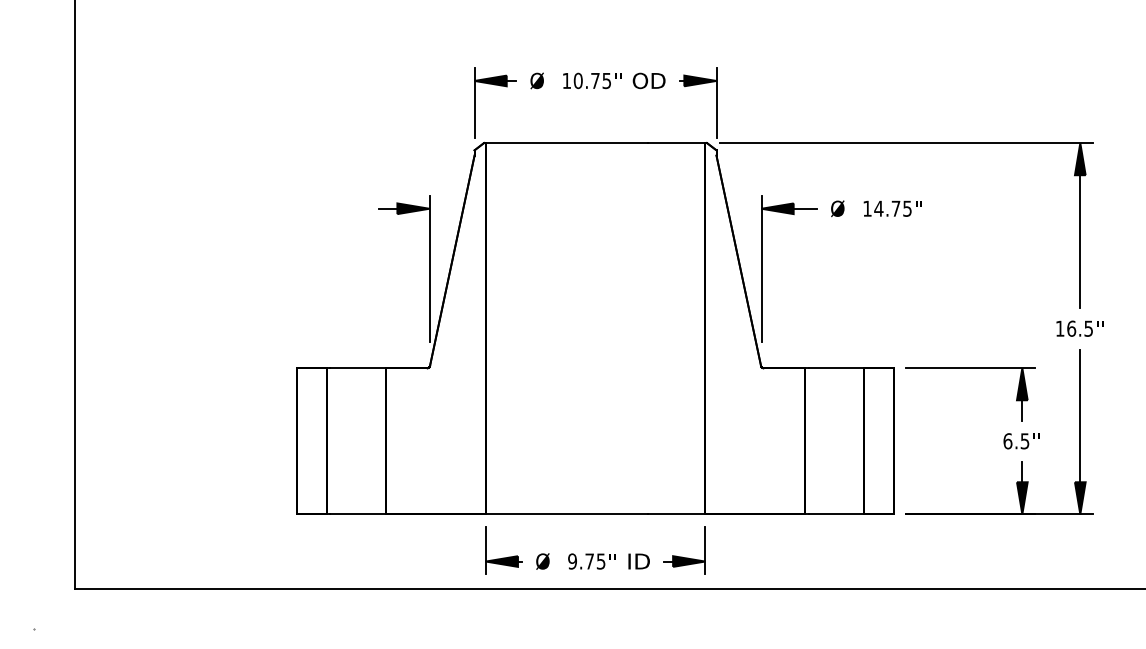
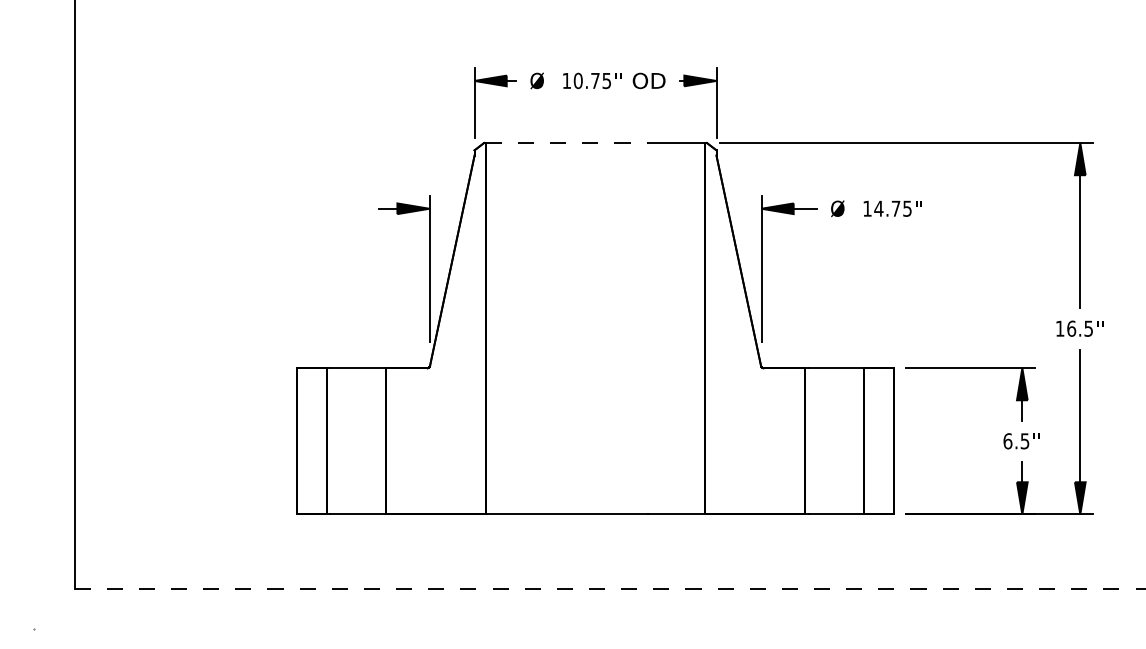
line at (567, 143): solid -> dashed
part at (595, 550): present -> none
line at (610, 589): solid -> dashed
